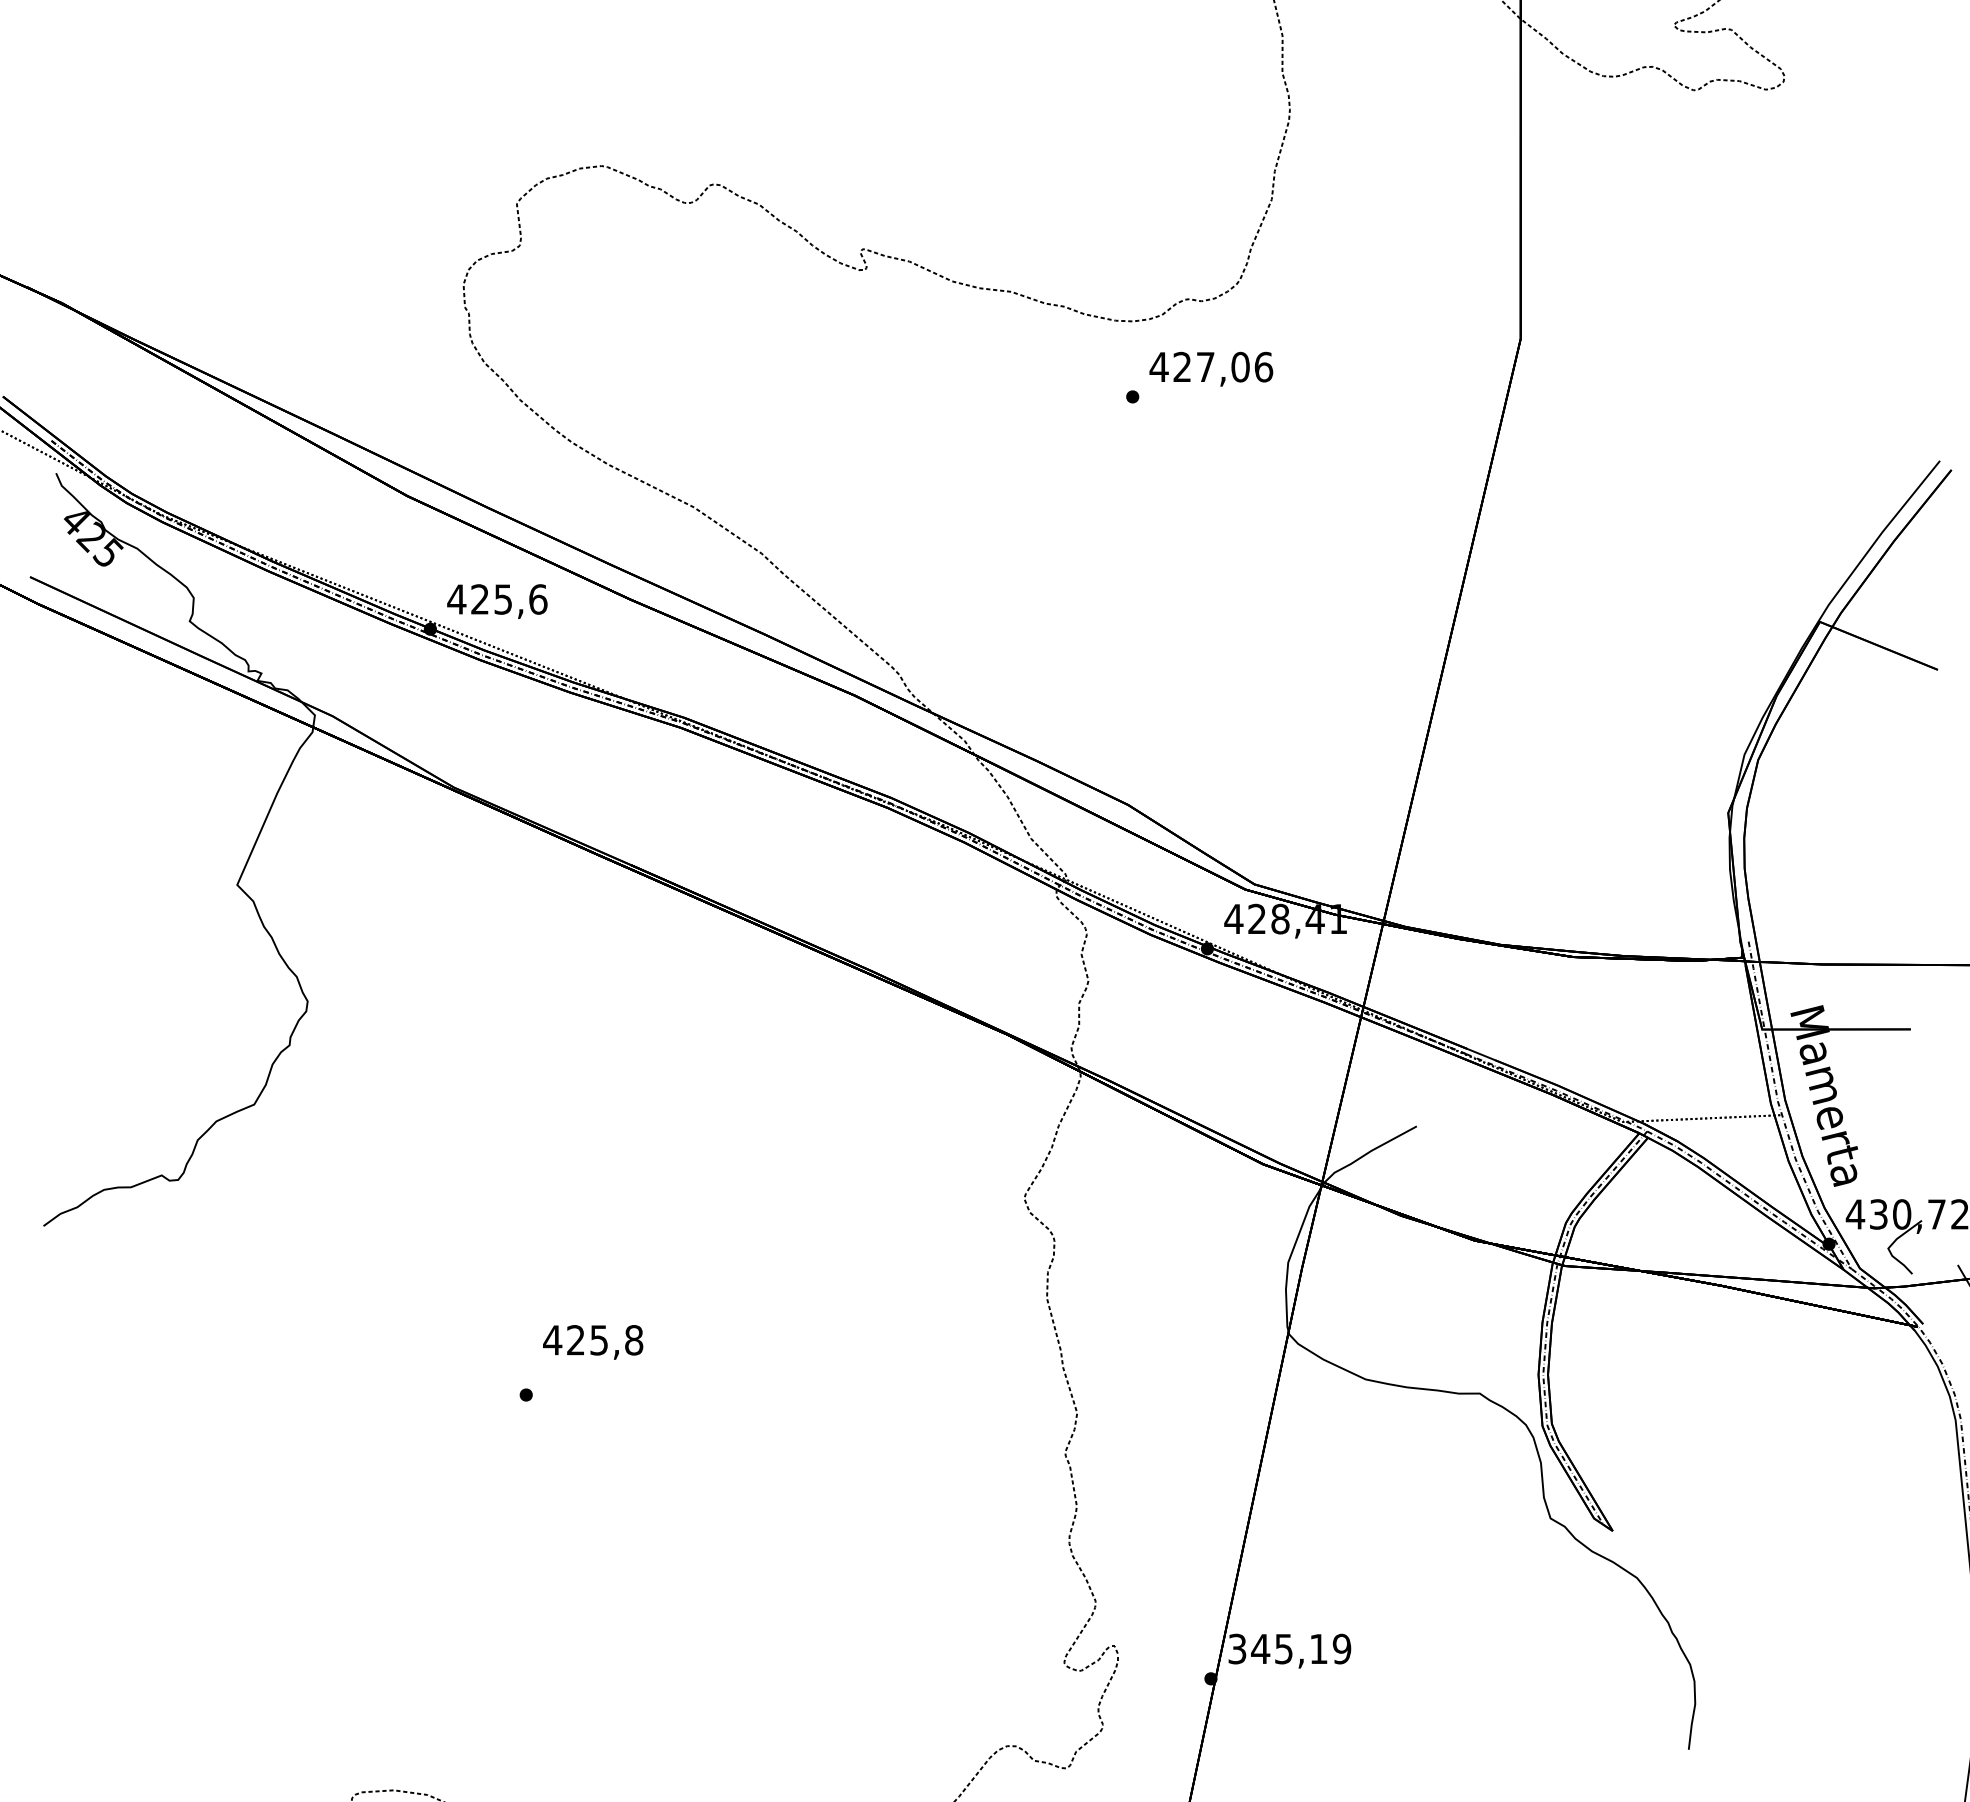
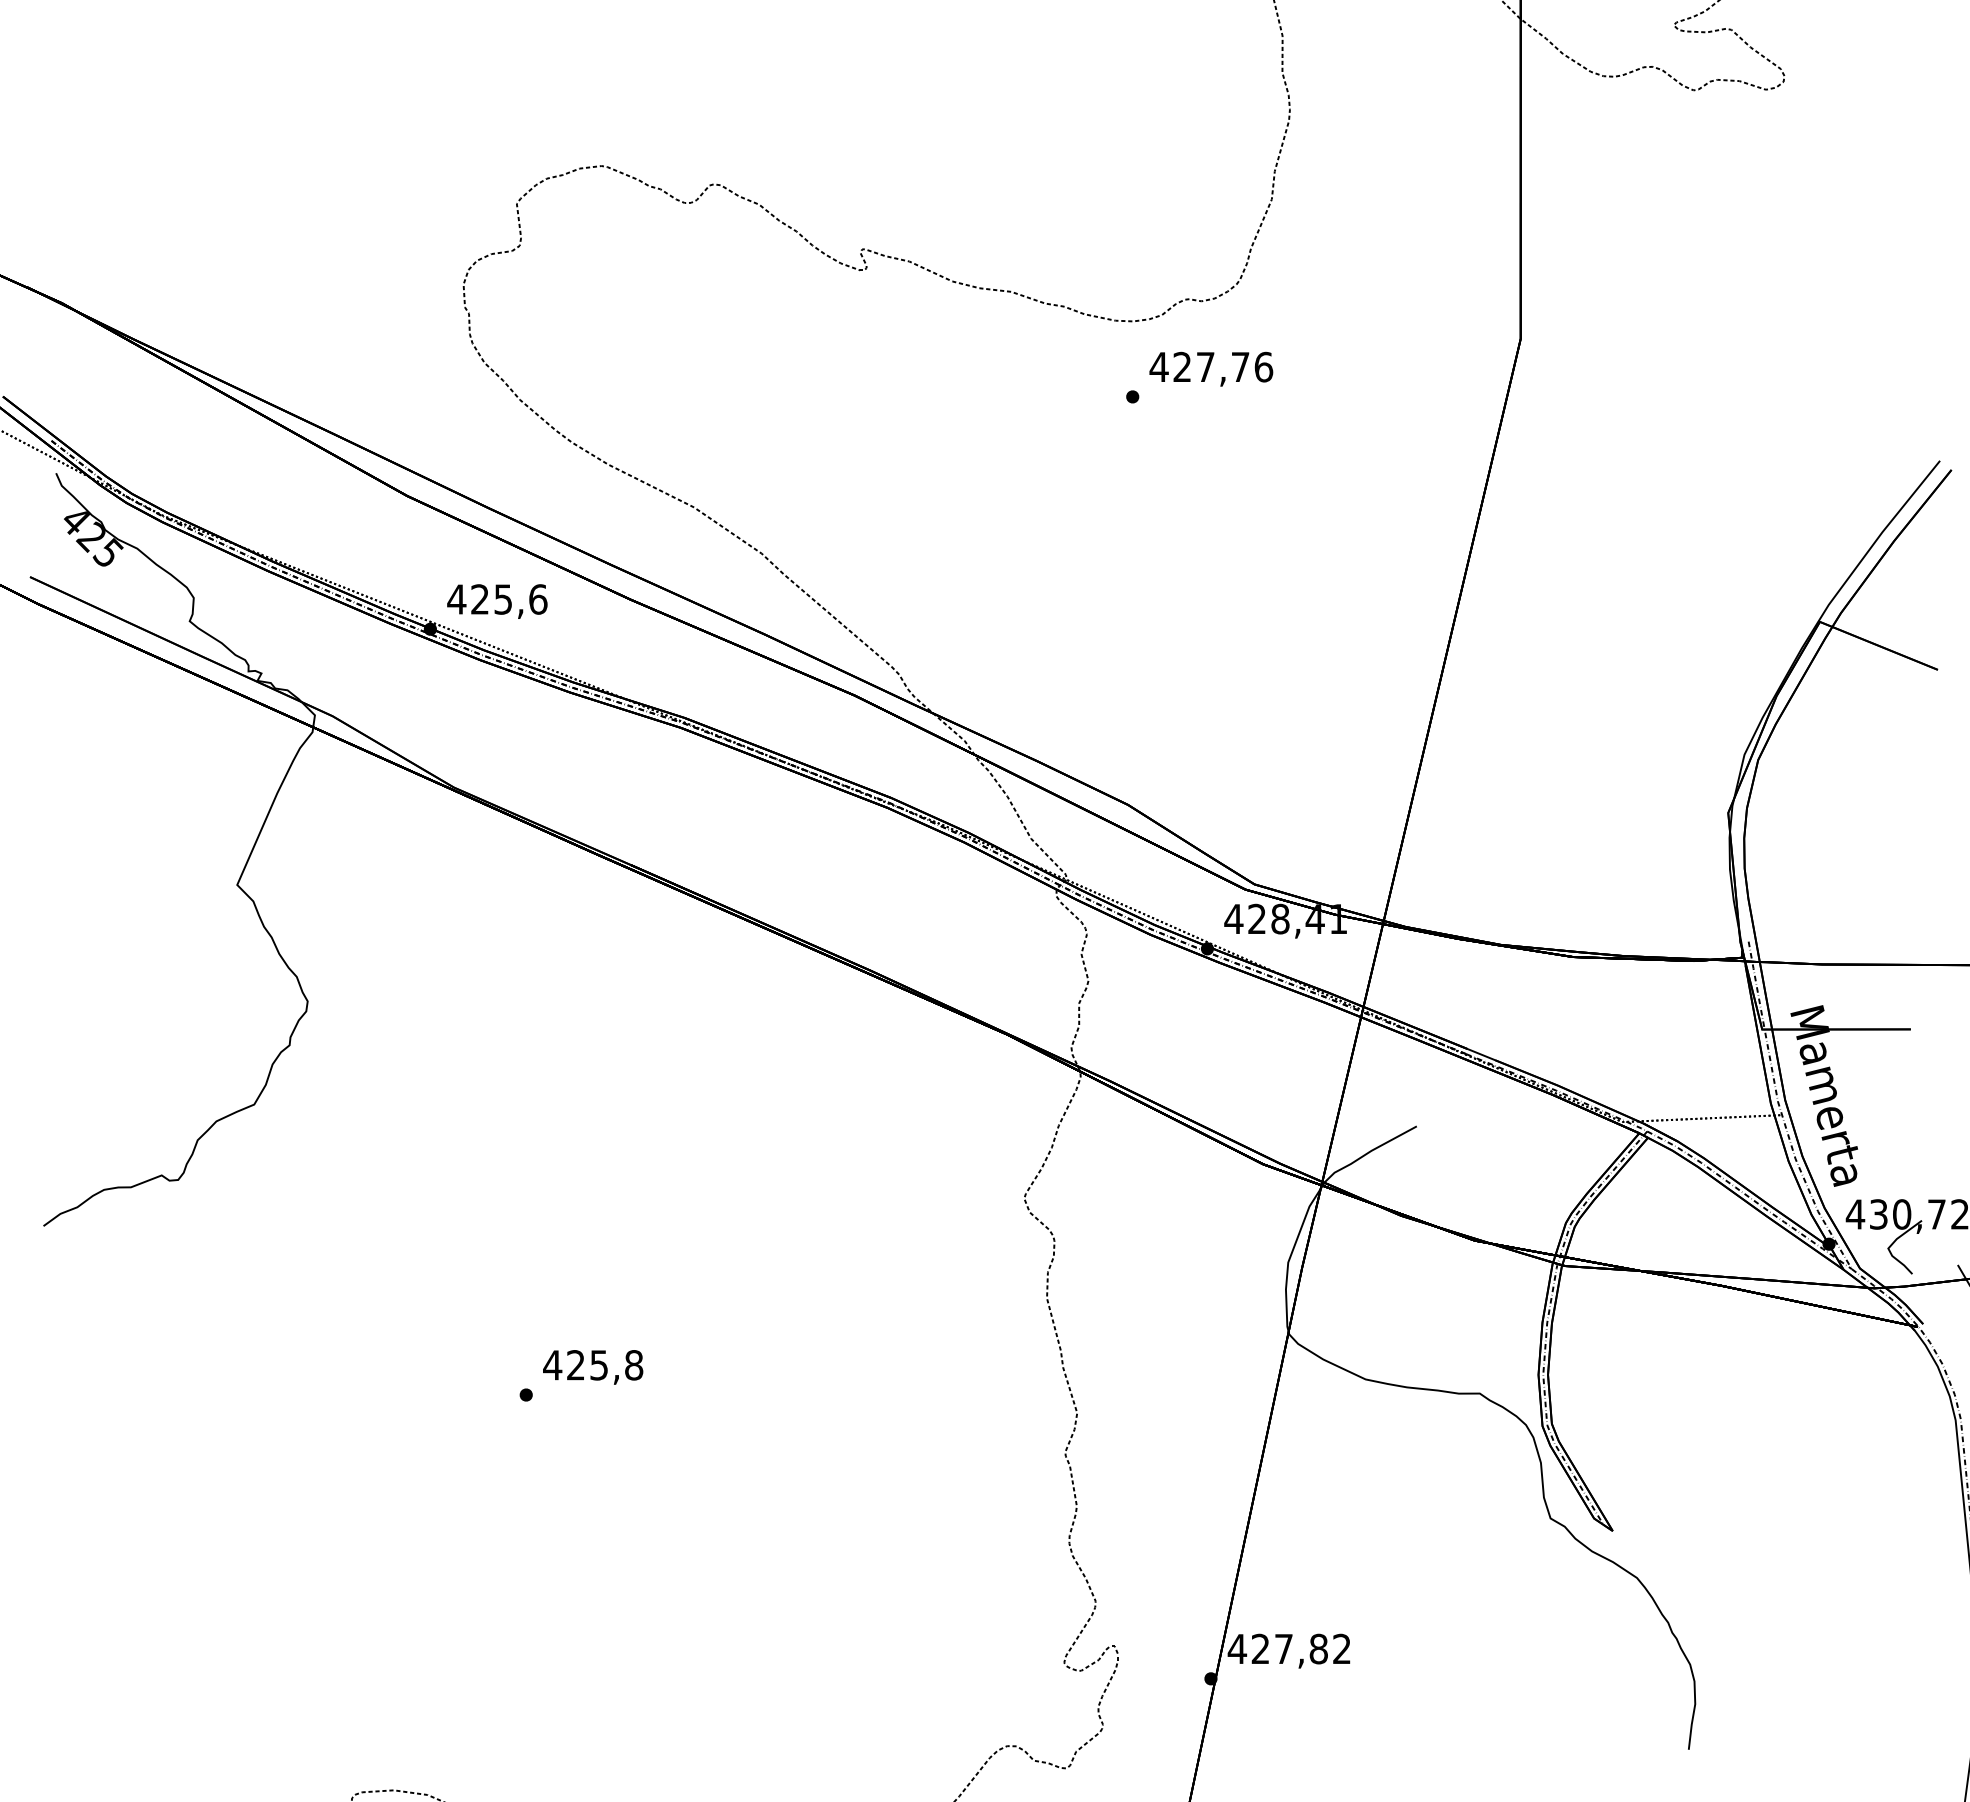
text at (1240, 366): 427,06 -> 427,76
text at (593, 1342) position: (593, 1342) -> (593, 1367)
text at (1289, 1648): 345,19 -> 427,82
